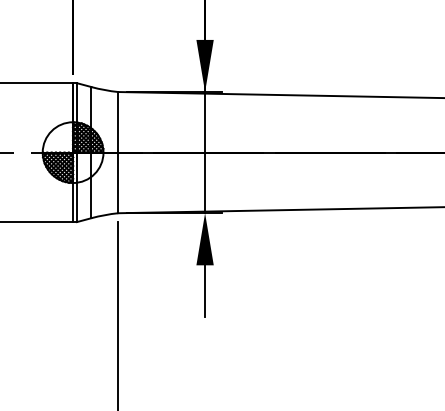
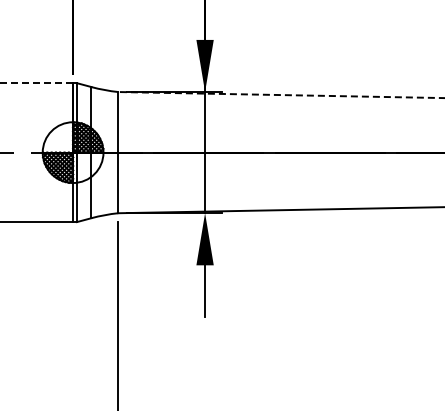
line at (36, 83): solid -> dashed
line at (281, 95): solid -> dashed
